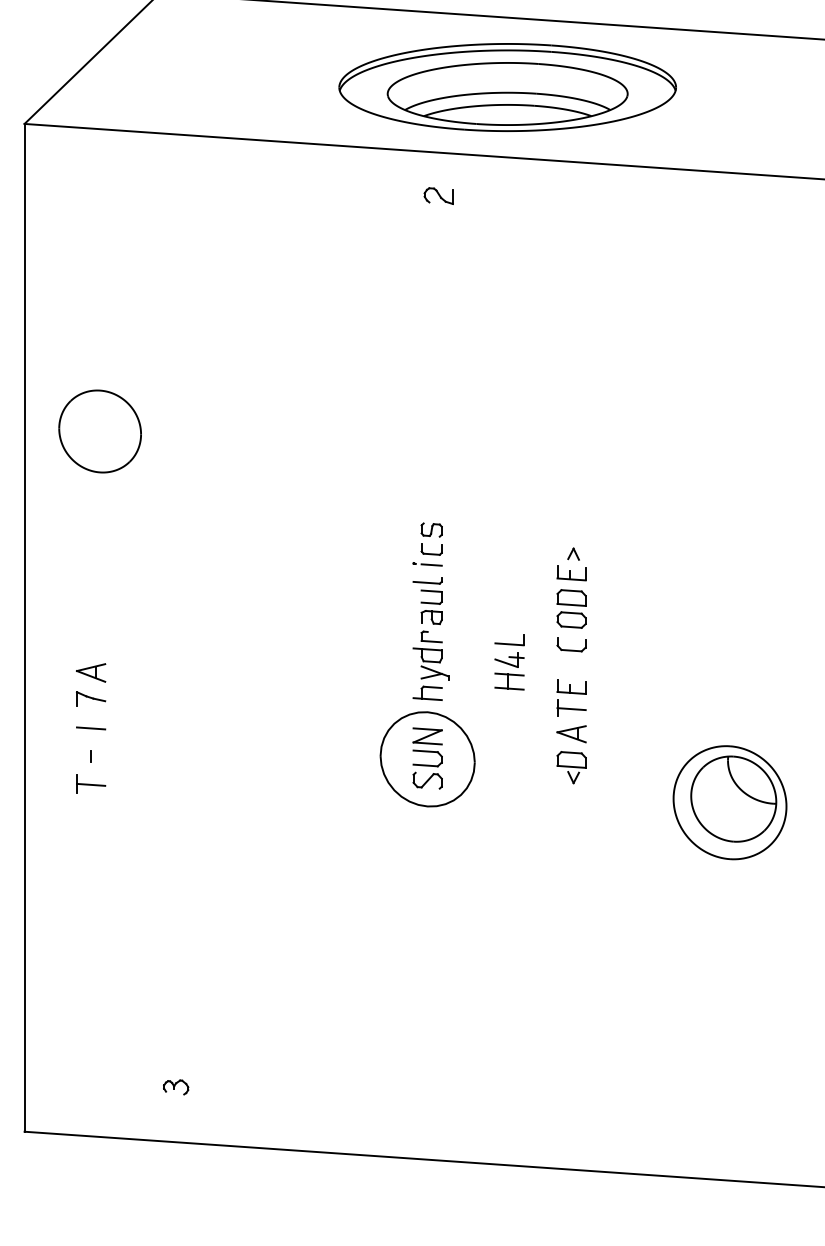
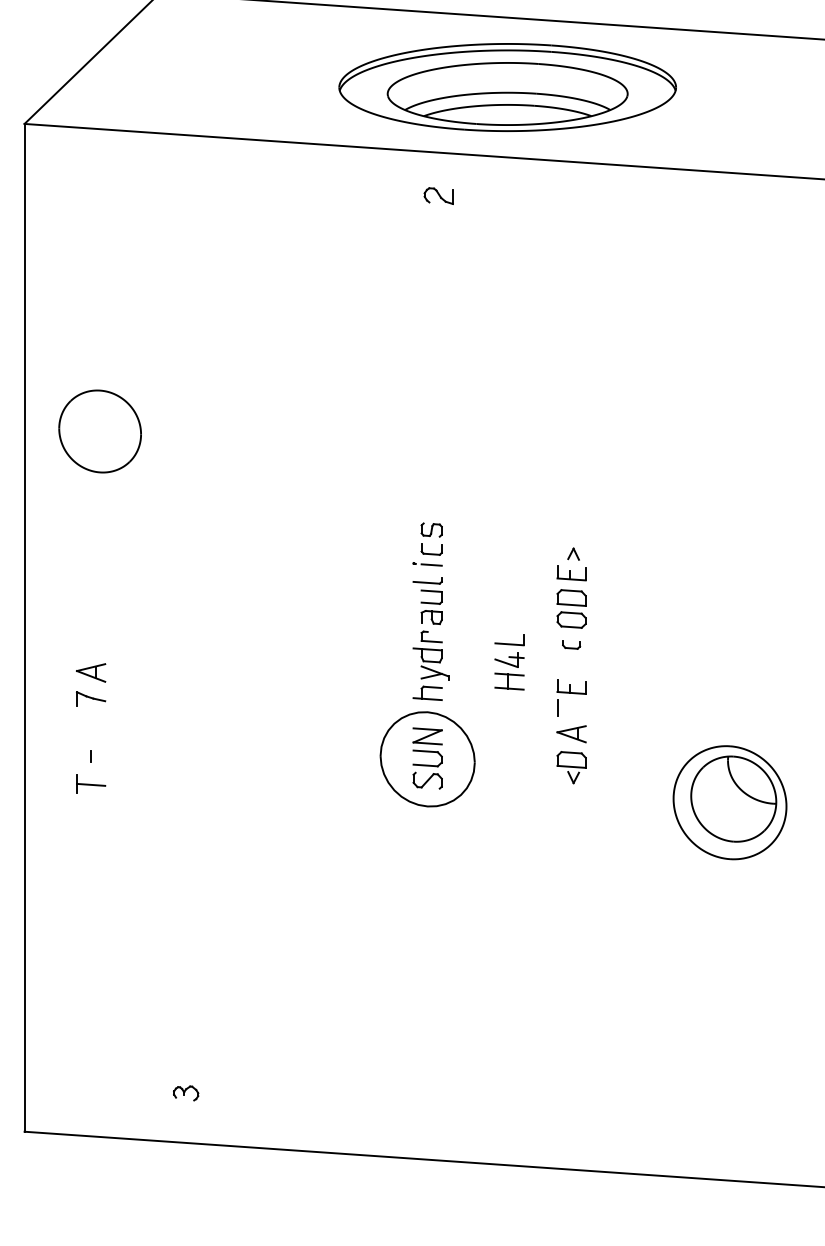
part at (571, 644) size: 31x16 px -> 20x10 px
line at (571, 709): present -> none
line at (90, 728): present -> none
part at (176, 1087) position: (176, 1087) -> (186, 1093)
